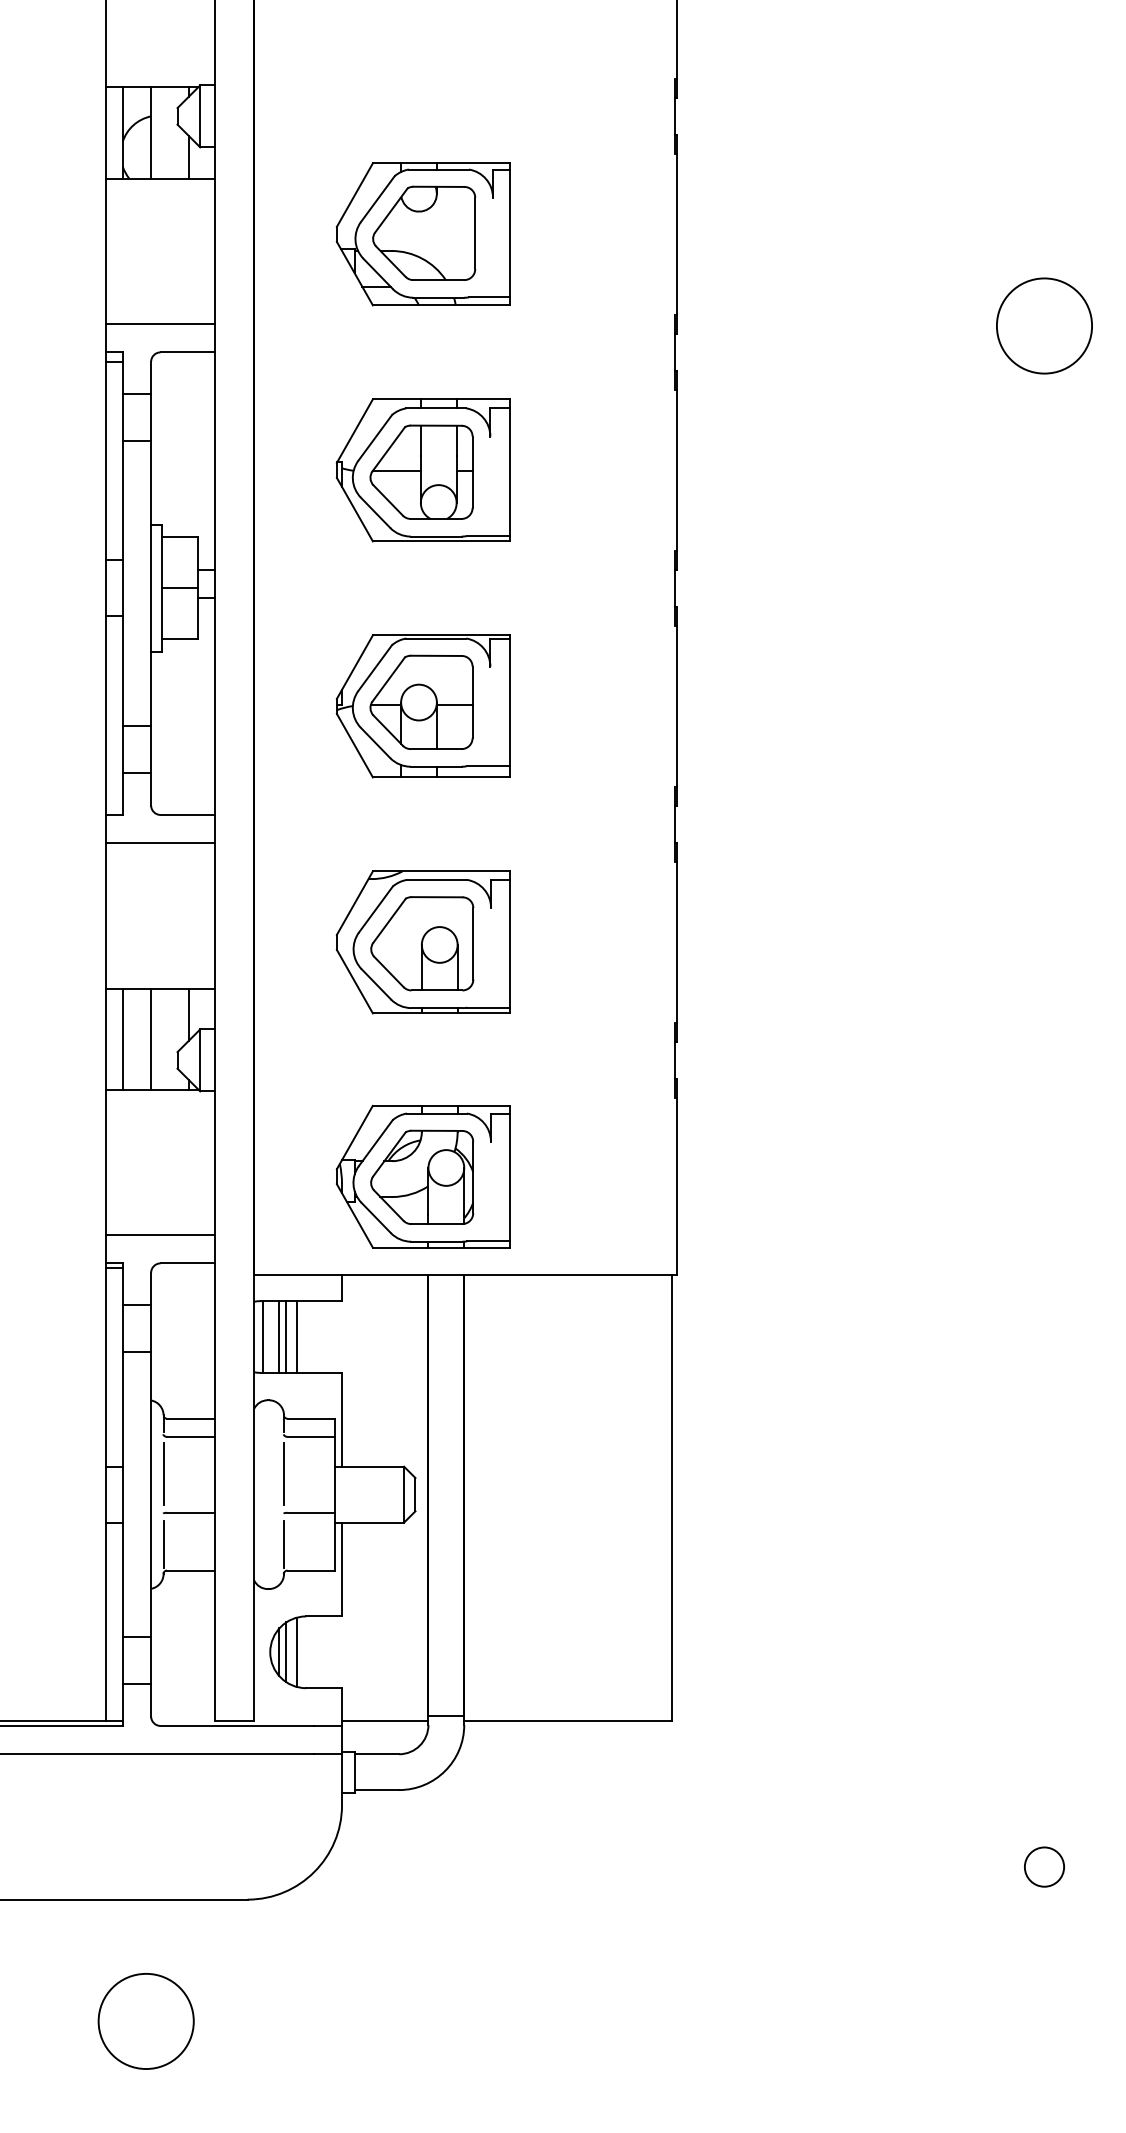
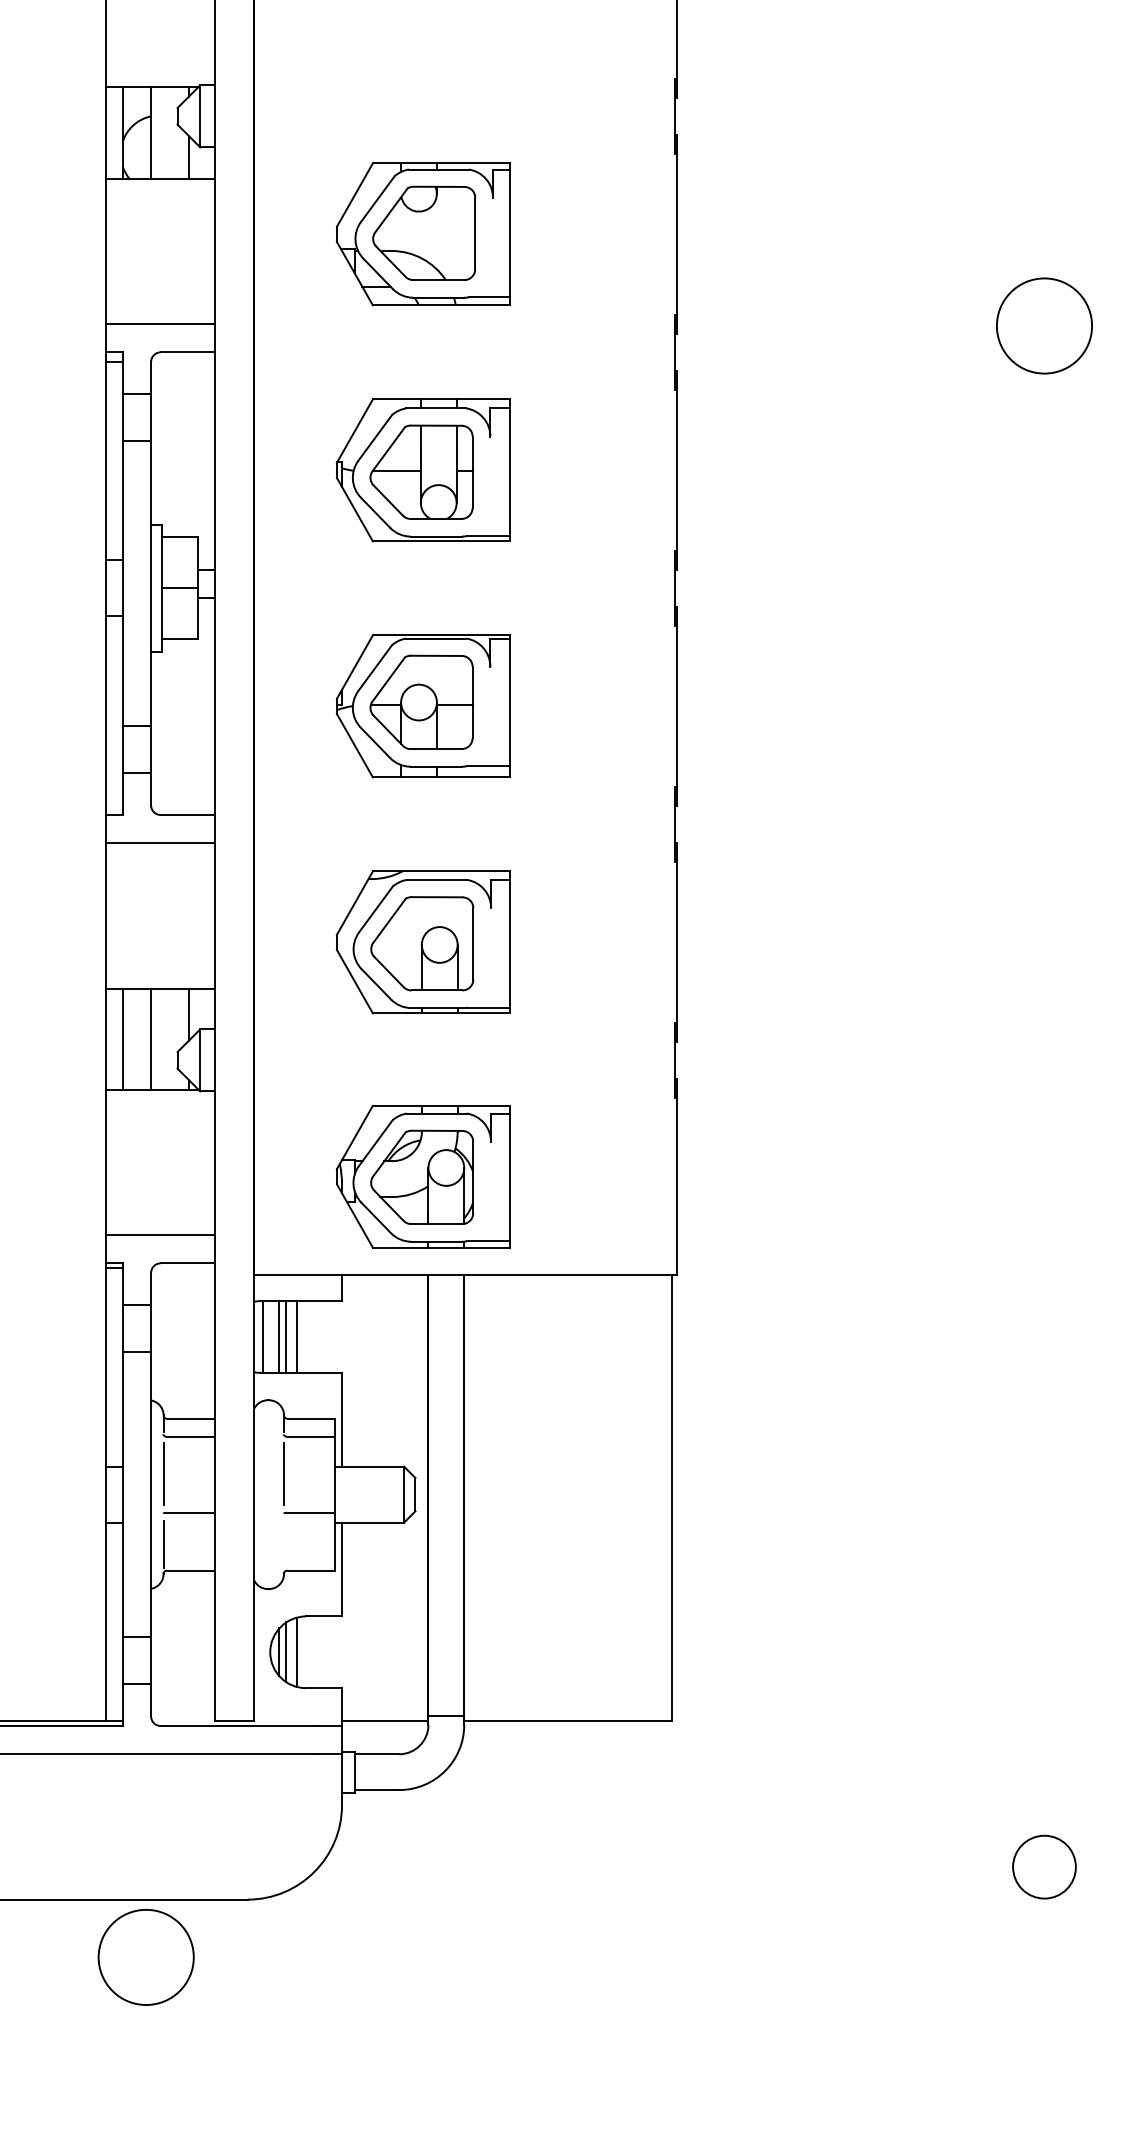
line at (284, 1543): present -> none
circle at (1044, 1866) size: 41x42 px -> 65x66 px
circle at (145, 2021) position: (145, 2021) -> (145, 1957)
